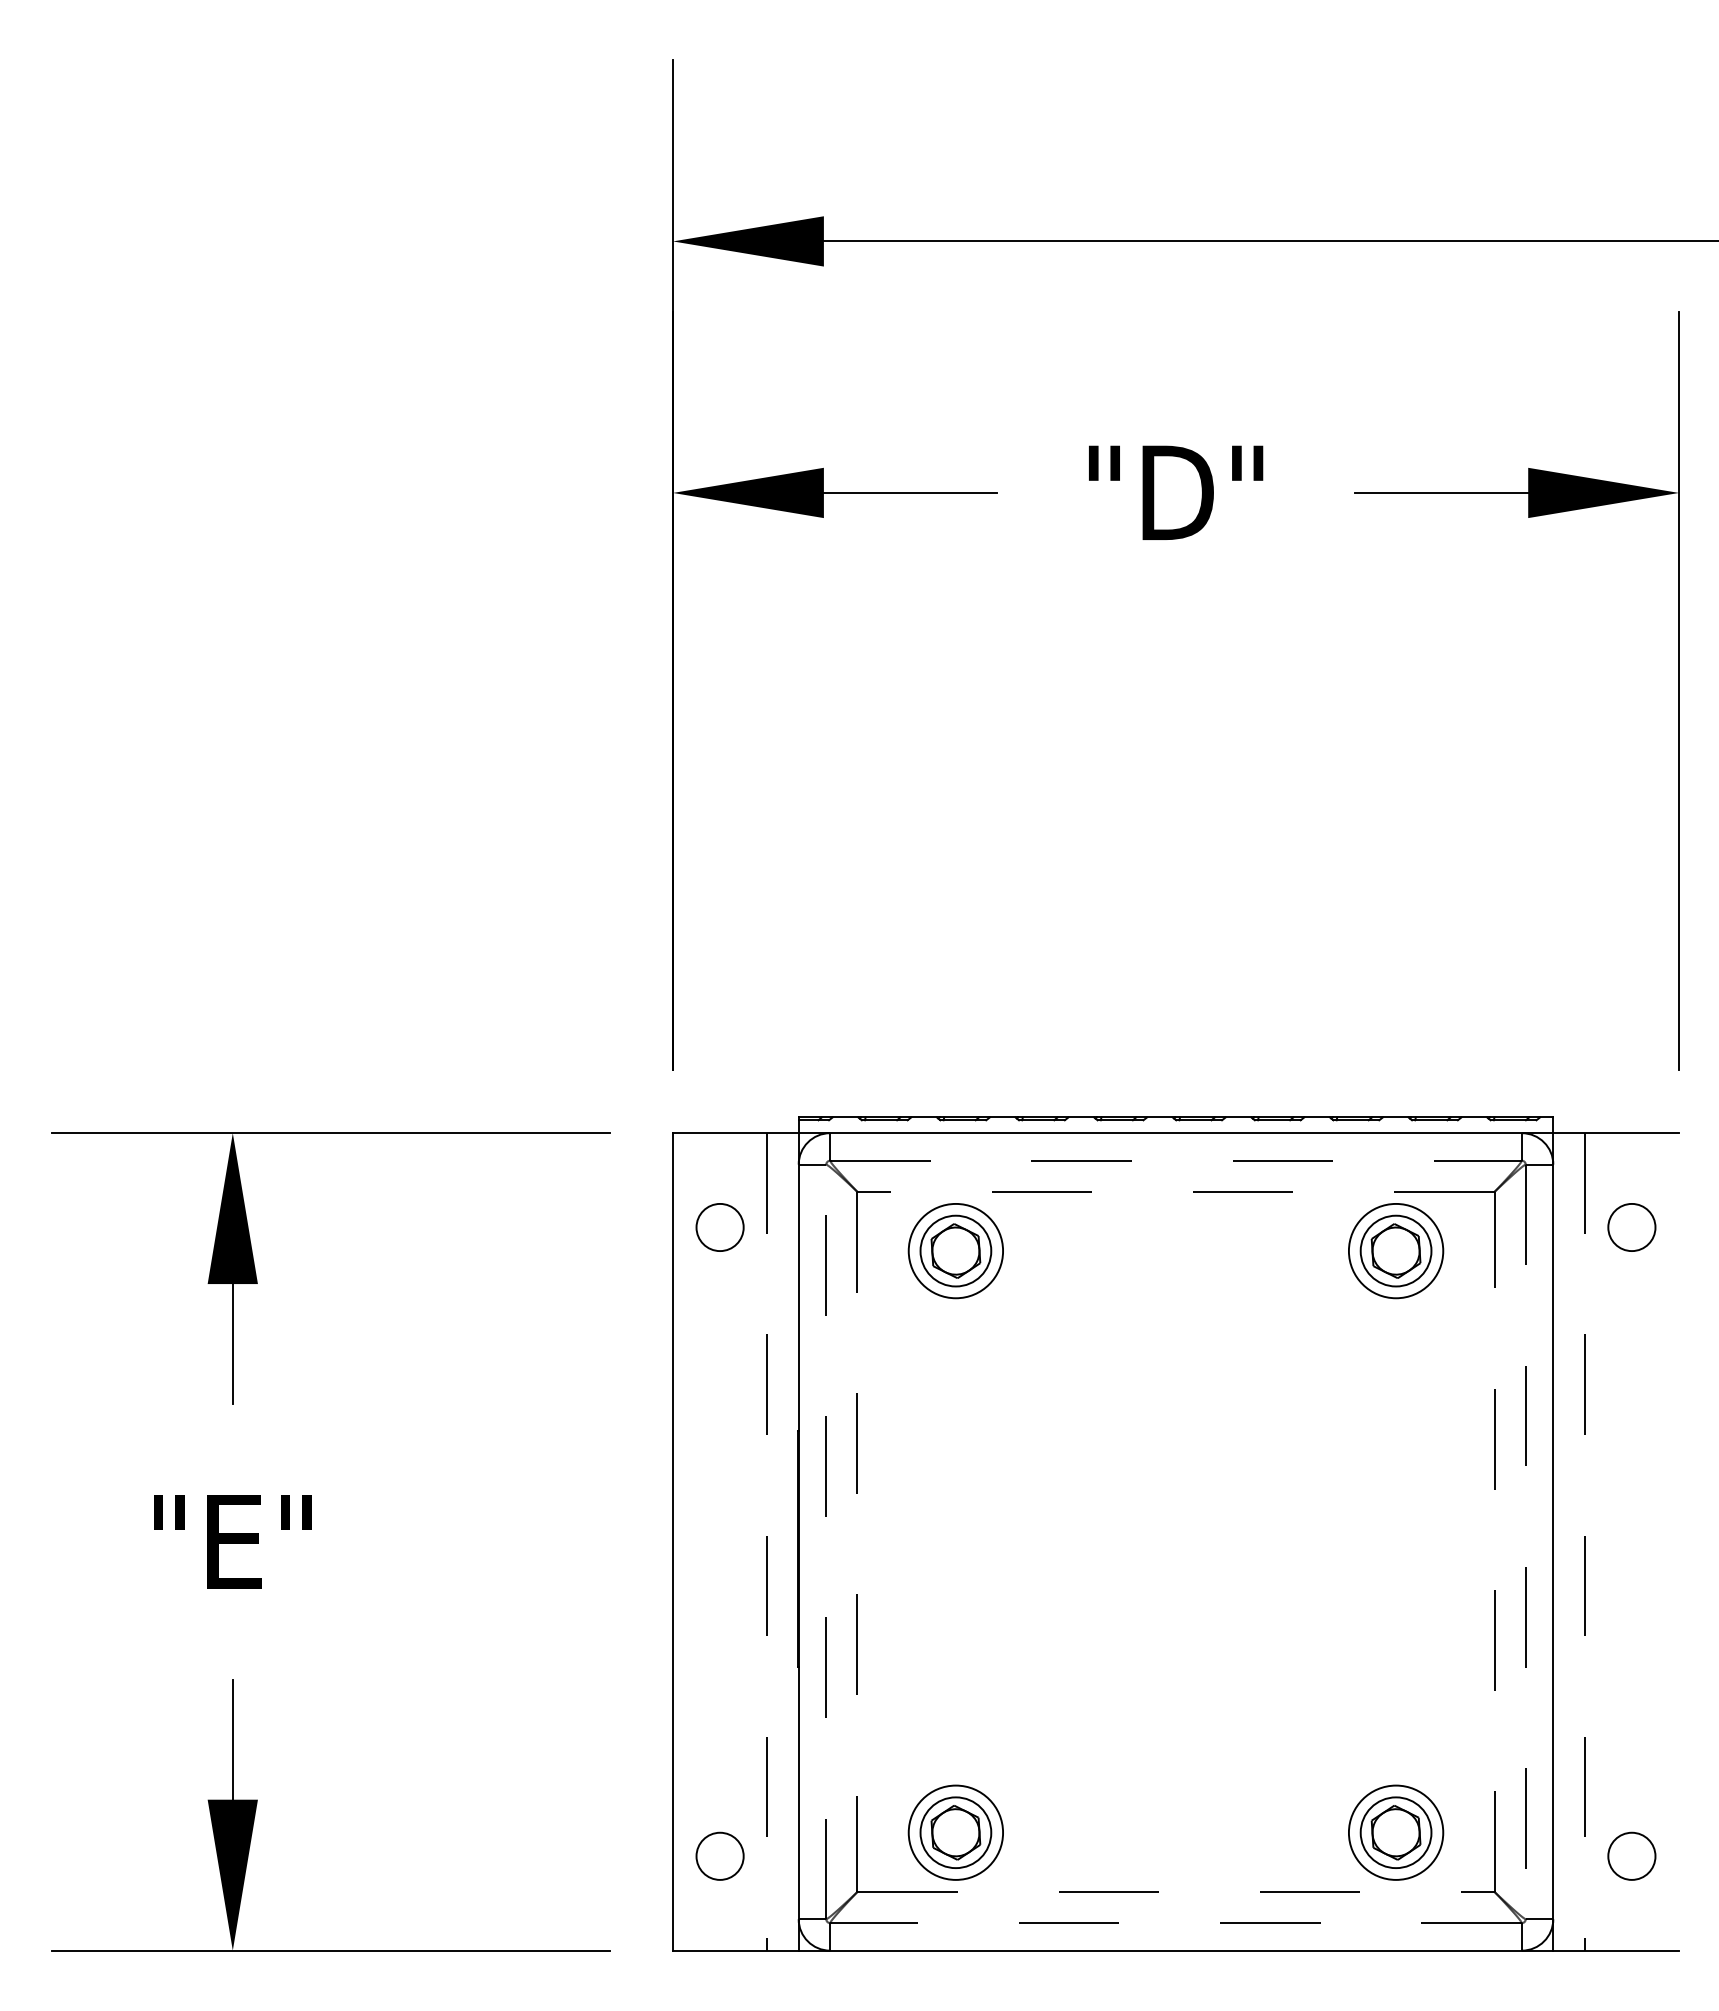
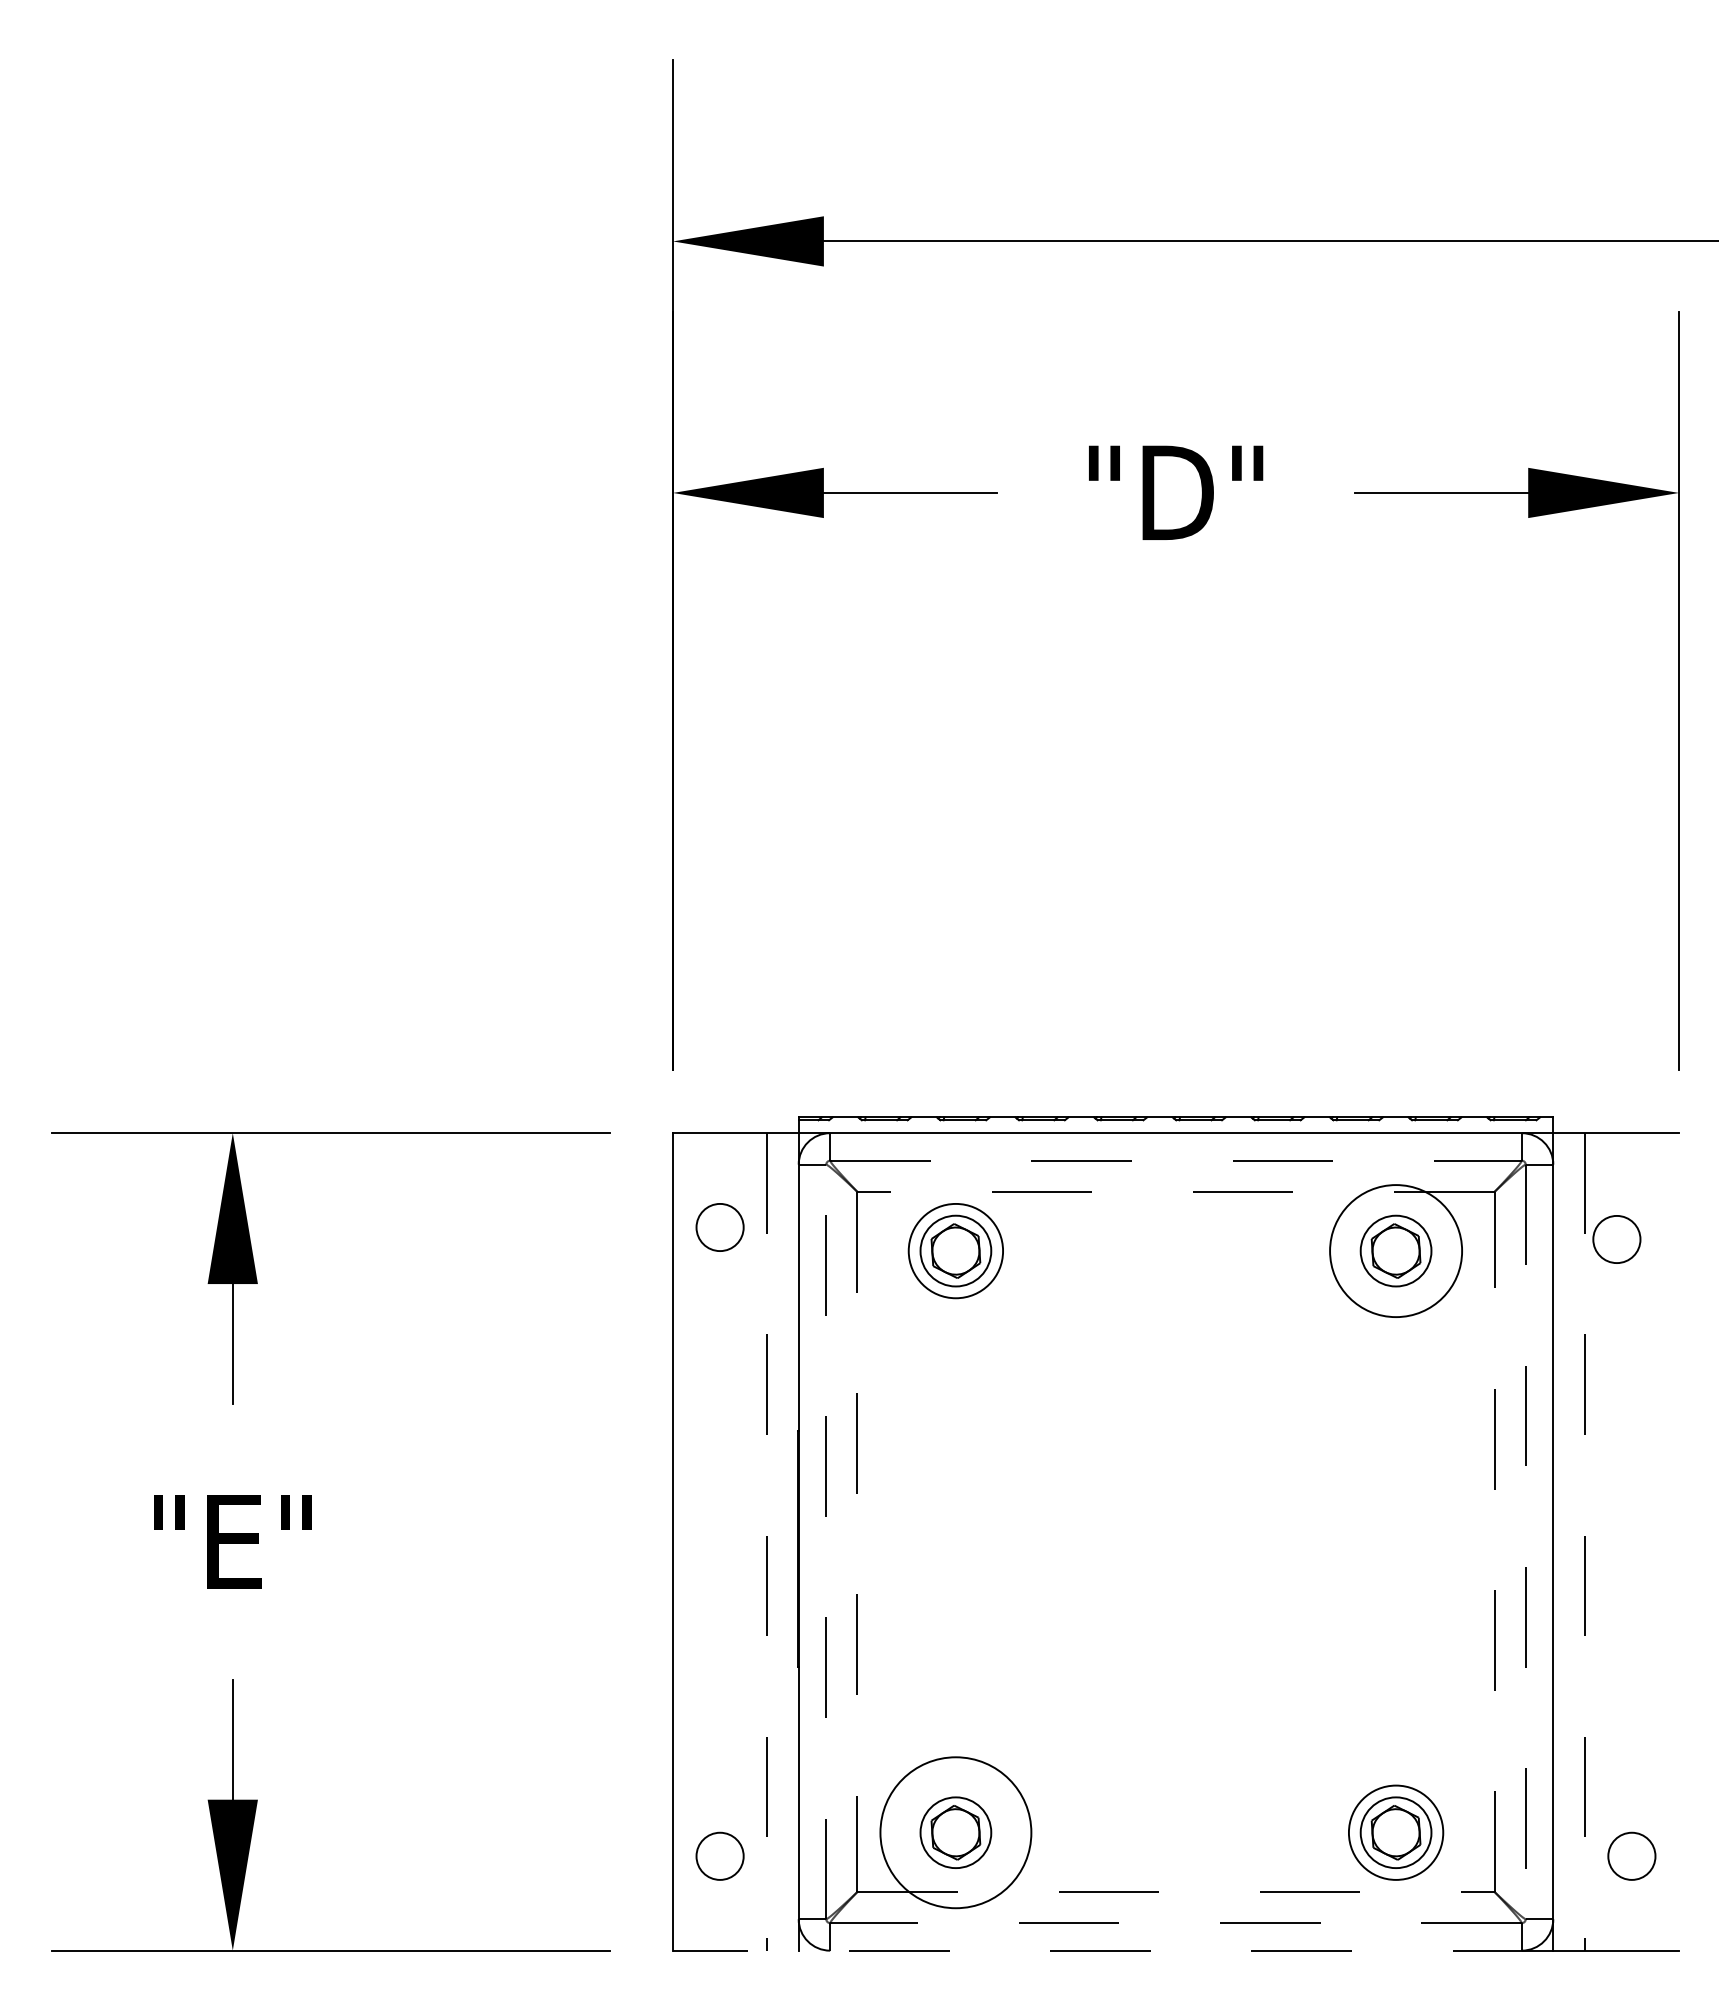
circle at (1631, 1227) position: (1631, 1227) -> (1616, 1239)
circle at (1395, 1250) diameter: 94 px -> 132 px
circle at (955, 1832) diameter: 94 px -> 151 px
line at (1112, 1950): solid -> dashed
